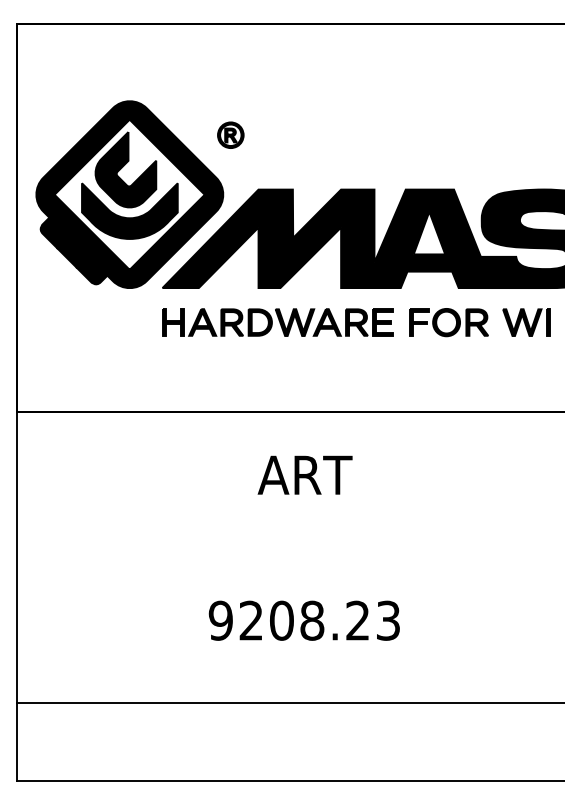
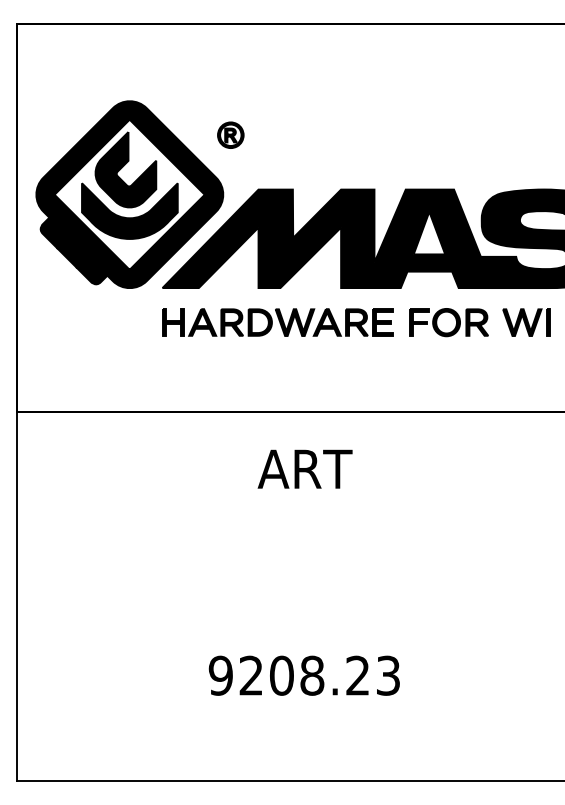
text at (304, 474) position: (304, 474) -> (304, 468)
text at (303, 620) position: (303, 620) -> (303, 675)
line at (288, 703): present -> none
